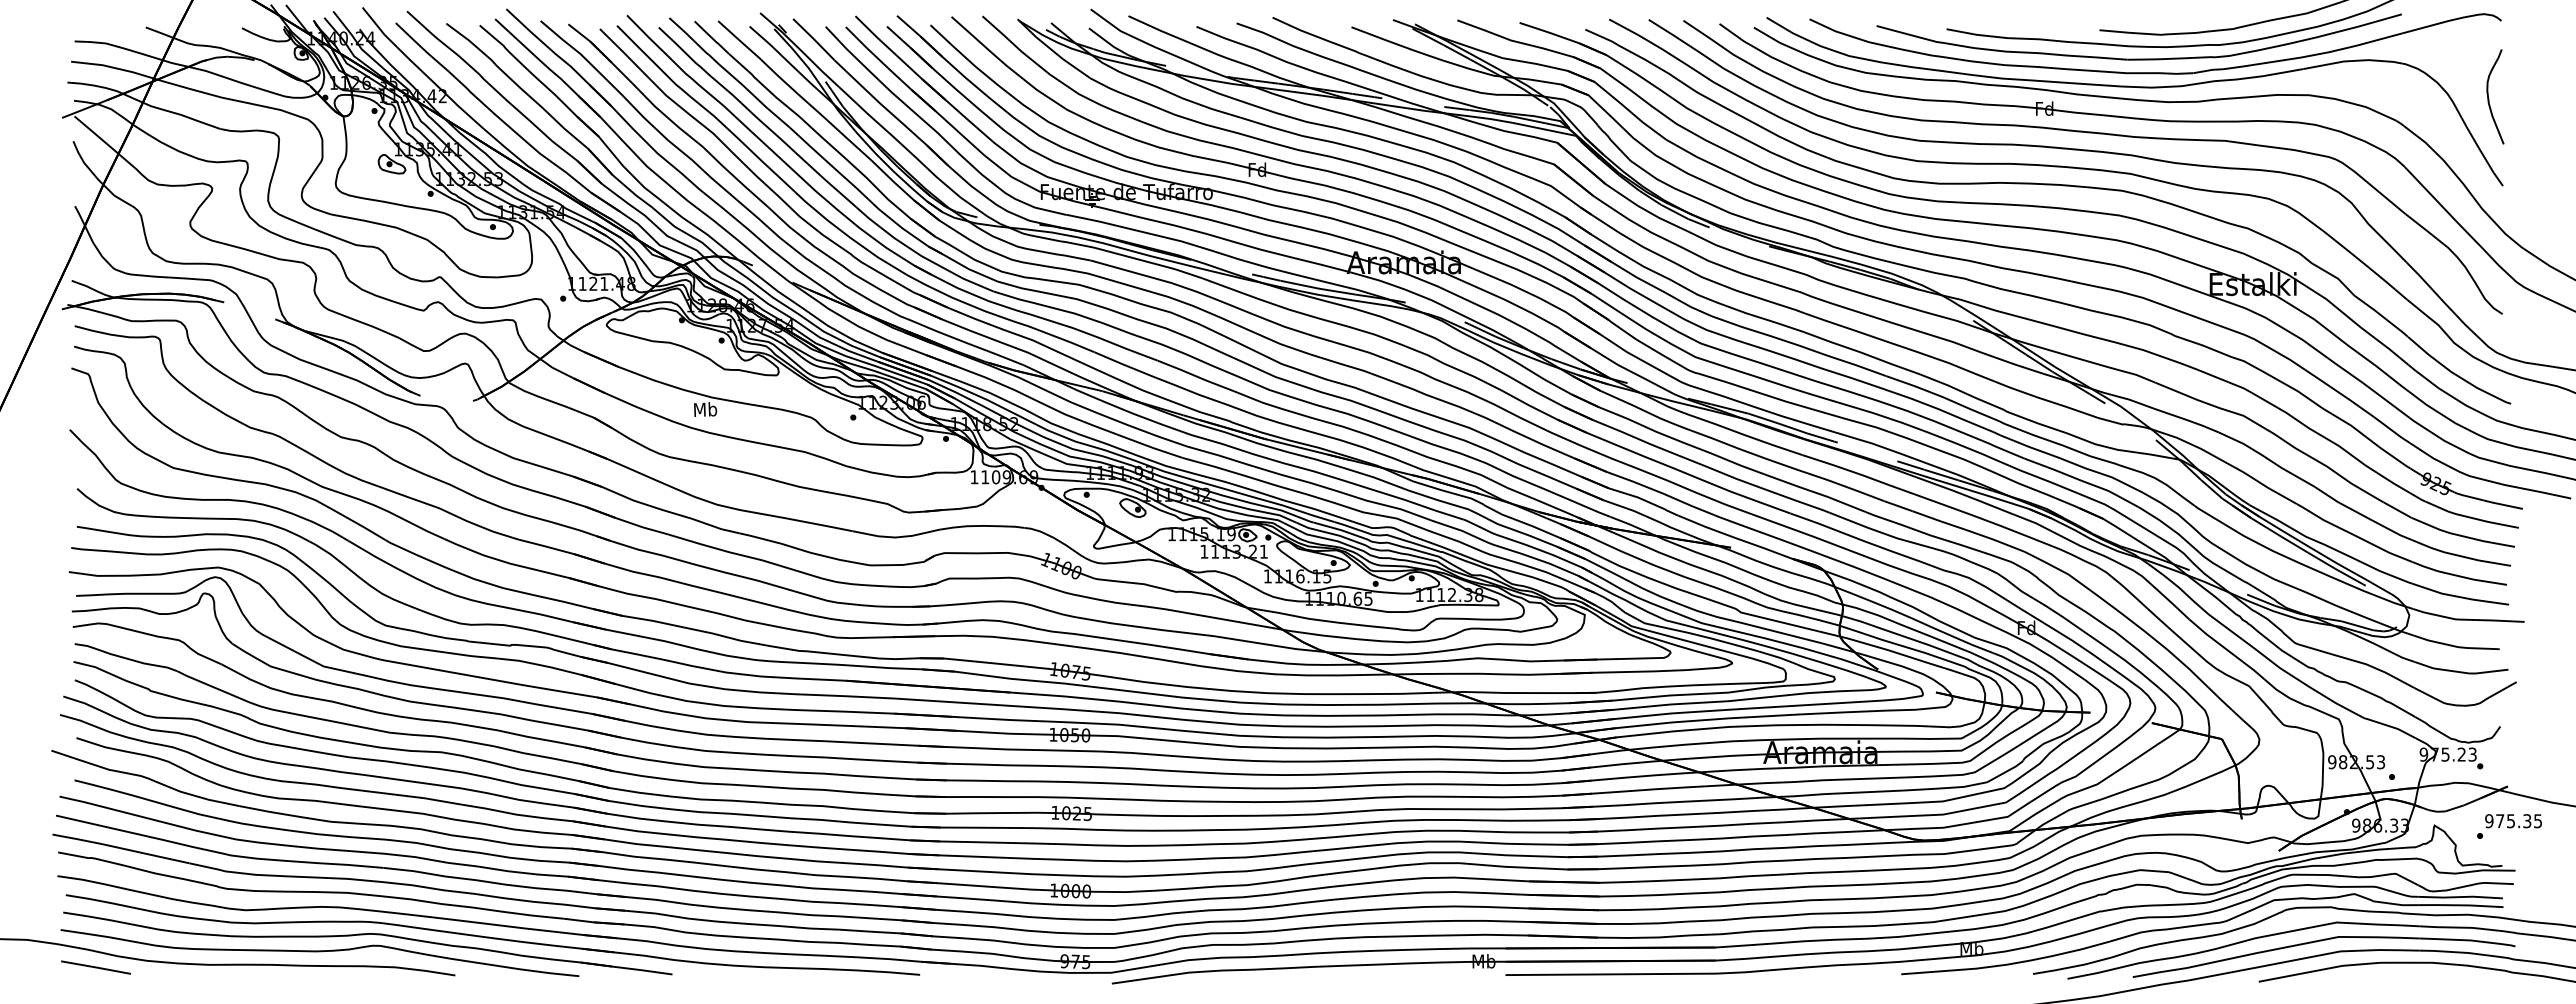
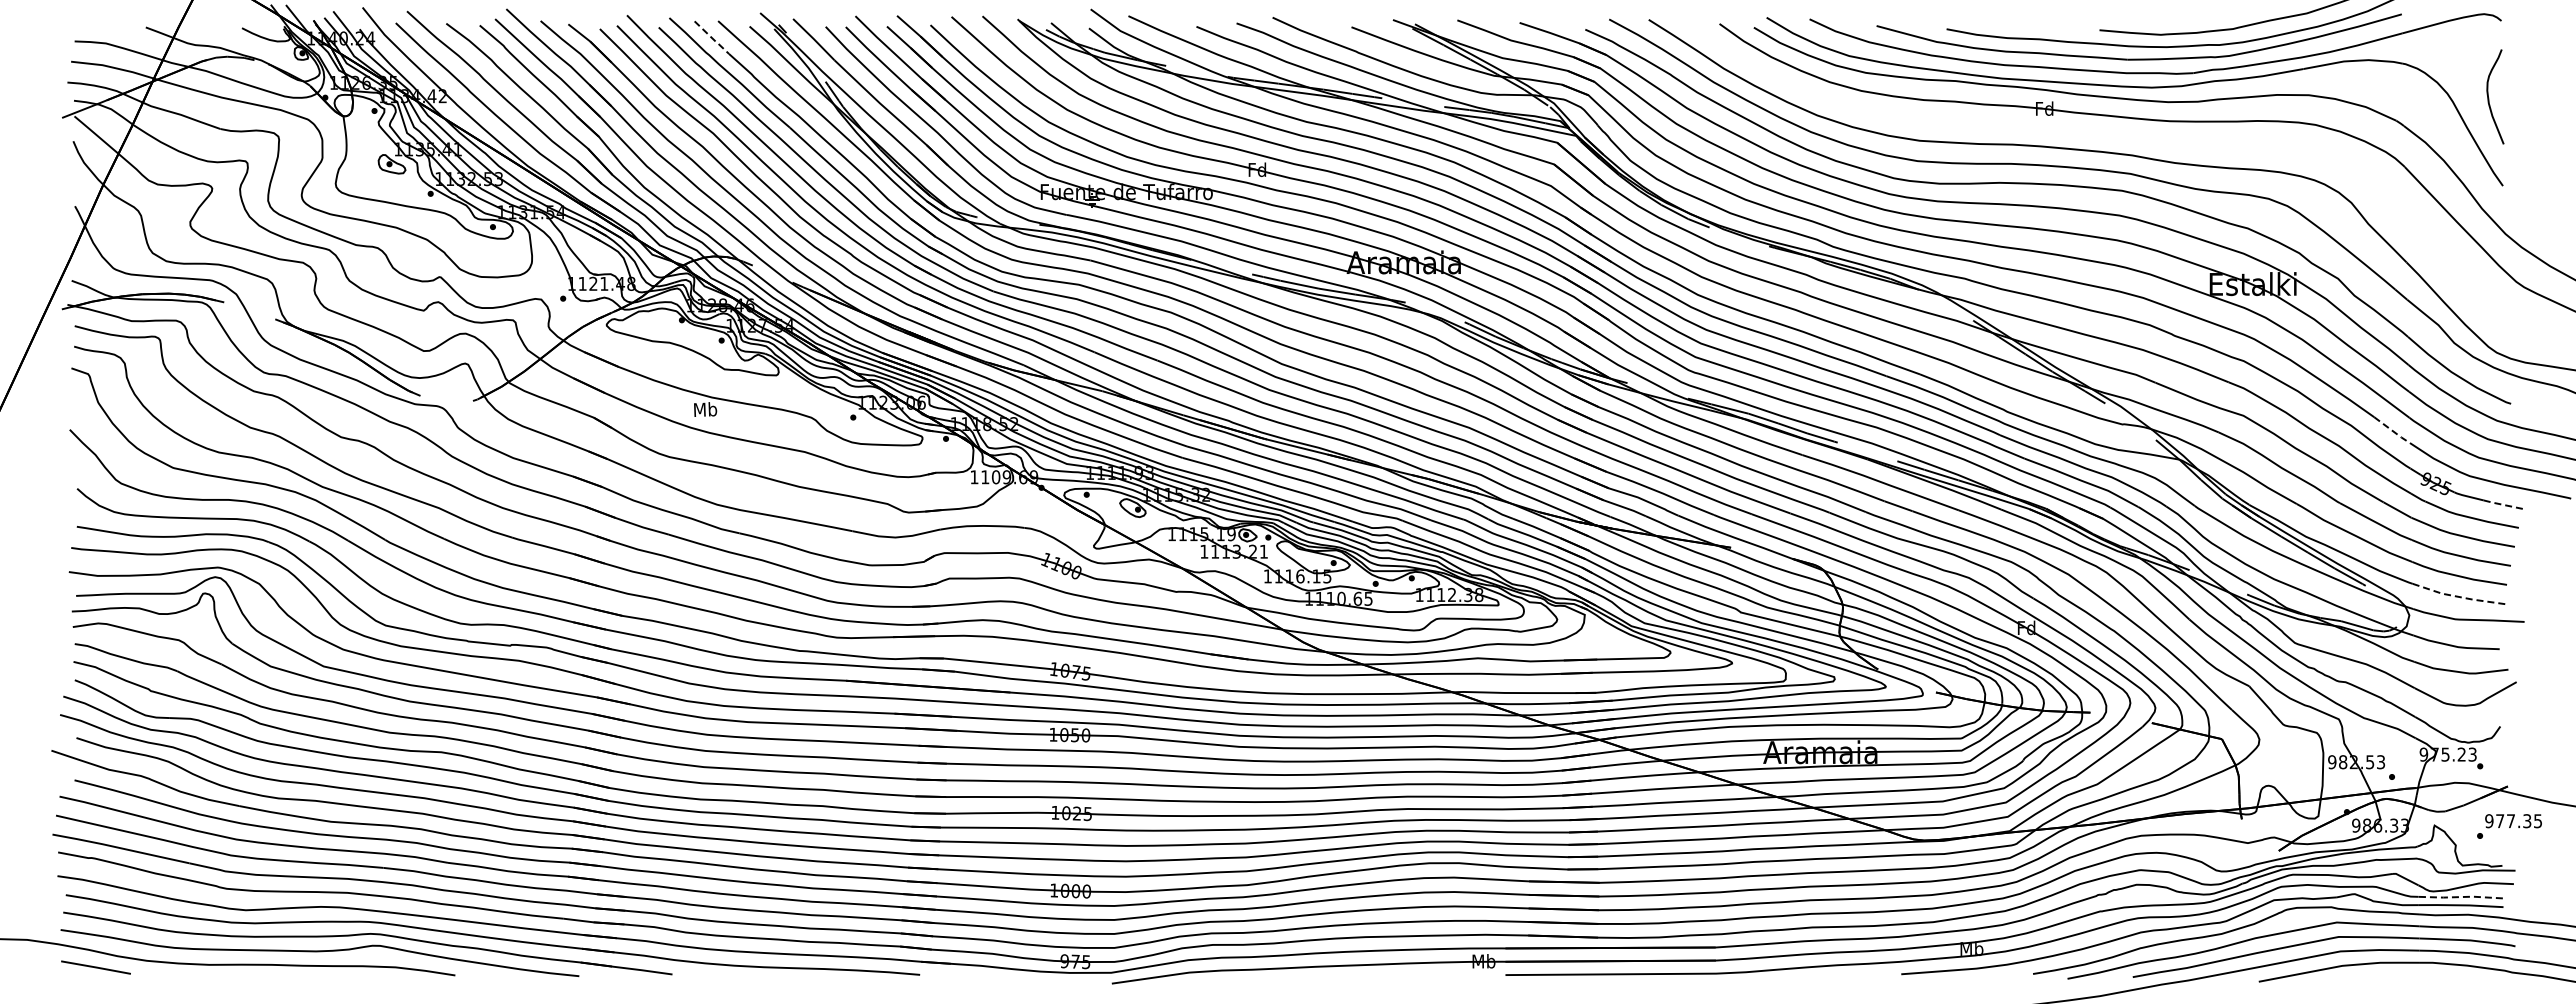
line at (713, 39): solid -> dashed
part at (2098, 134): present -> none
line at (2392, 430): solid -> dashed
line at (2502, 504): solid -> dashed
line at (2460, 597): solid -> dashed
text at (2510, 821): 975.35 -> 977.35
line at (2460, 897): solid -> dashed
